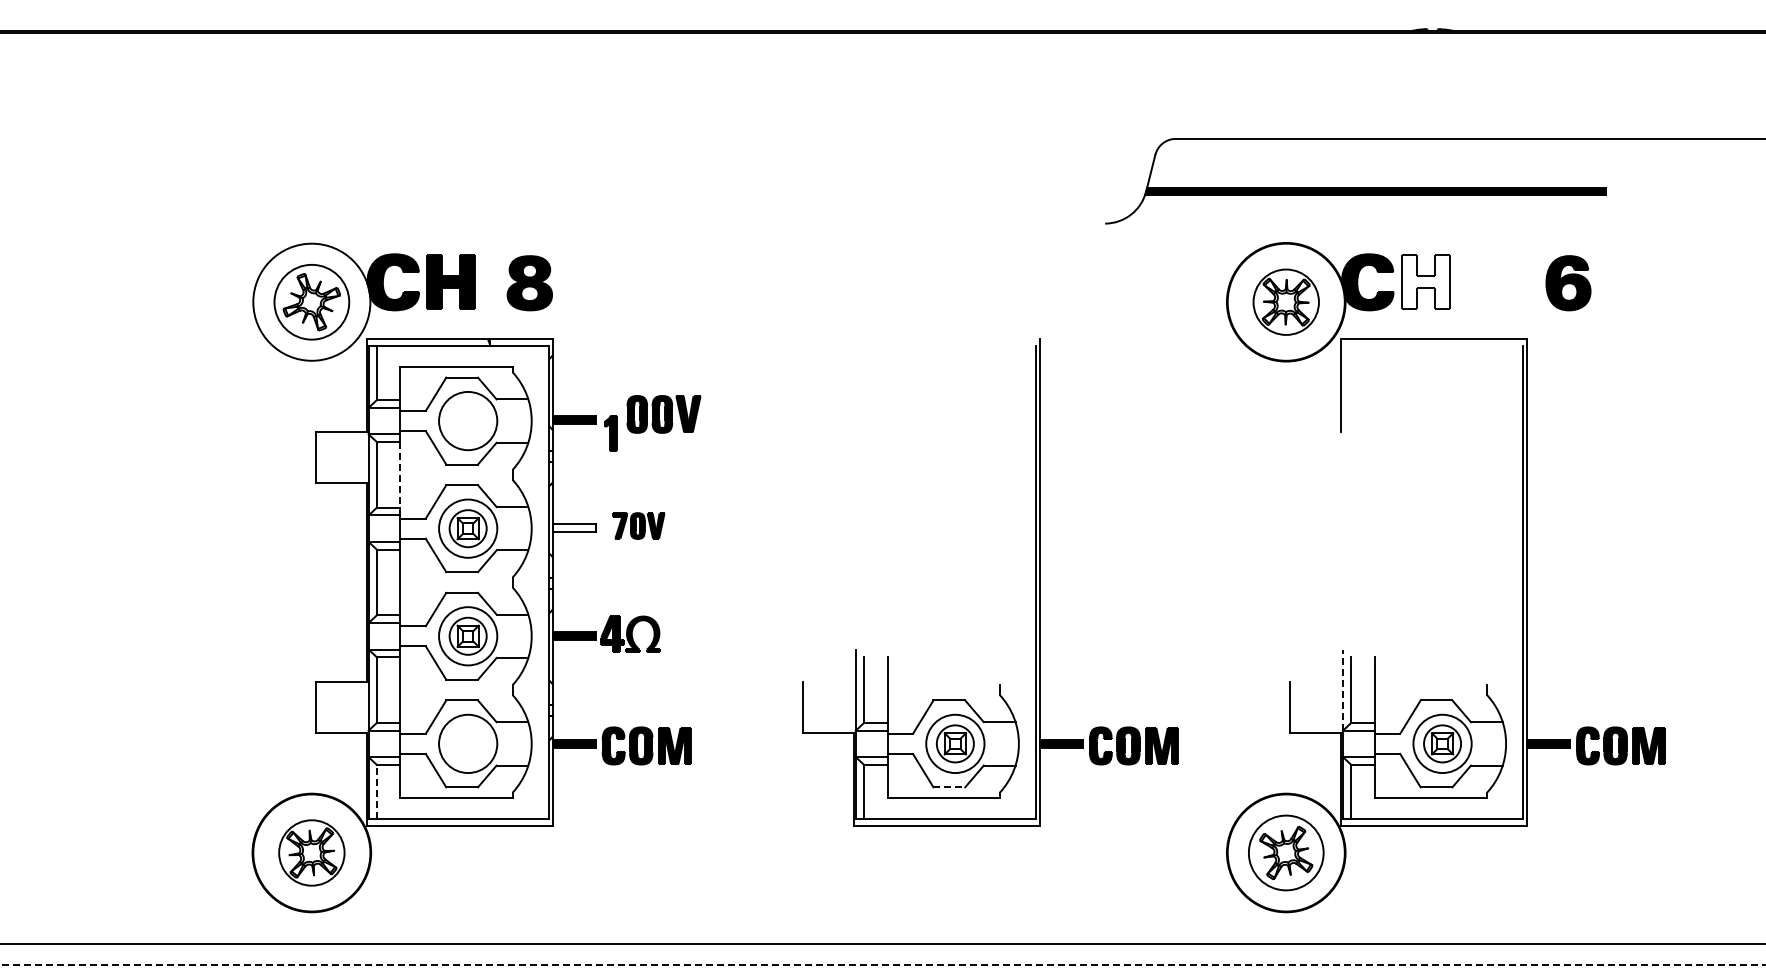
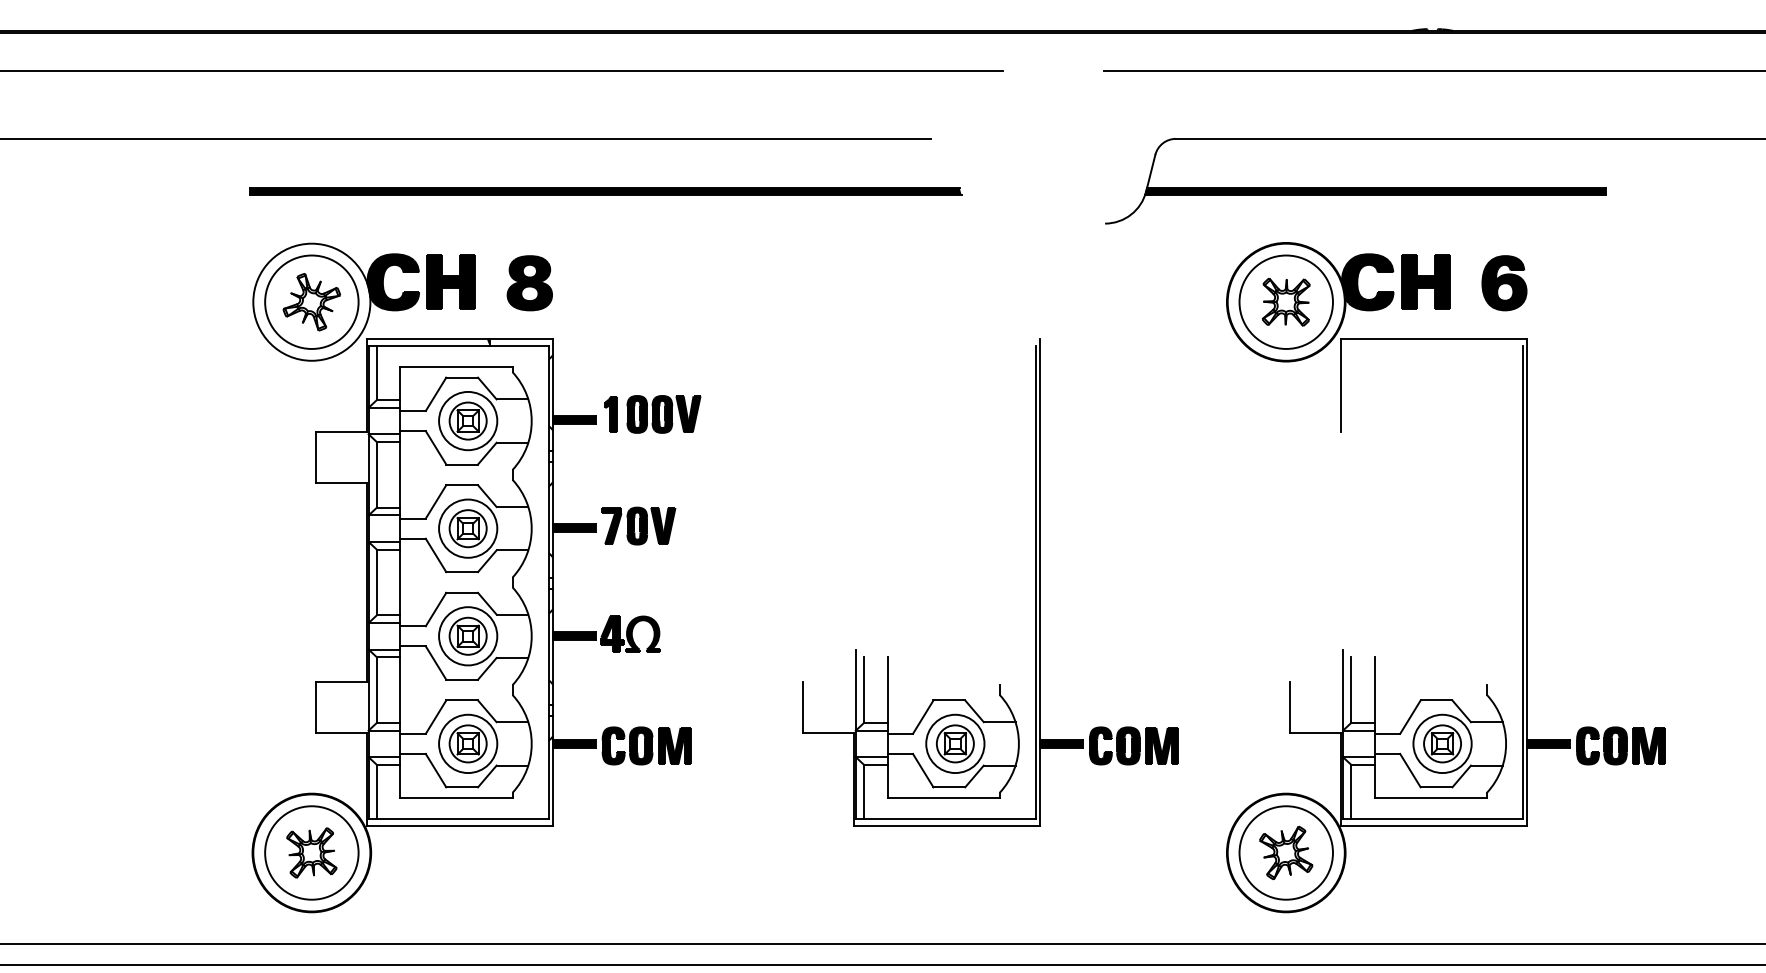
line at (502, 71): none -> present
line at (1433, 71): none -> present
line at (466, 138): none -> present
part at (605, 191): none -> present
fill at (1425, 282): none -> present
part at (1568, 283) position: (1568, 283) -> (1504, 283)
circle at (311, 301) diameter: 75 px -> 93 px
circle at (1285, 301) diameter: 65 px -> 93 px
part at (467, 420): none -> present
part at (610, 433) position: (610, 433) -> (610, 414)
line at (400, 474): dashed -> solid
part at (638, 525) size: 54x28 px -> 76x40 px
fill at (573, 527): none -> present
line at (1343, 690): dashed -> solid
part at (467, 743): none -> present
line at (949, 787): dashed -> solid
line at (377, 791): dashed -> solid
circle at (311, 852) diameter: 65 px -> 93 px
circle at (1285, 852) diameter: 75 px -> 93 px
line at (882, 965): dashed -> solid
